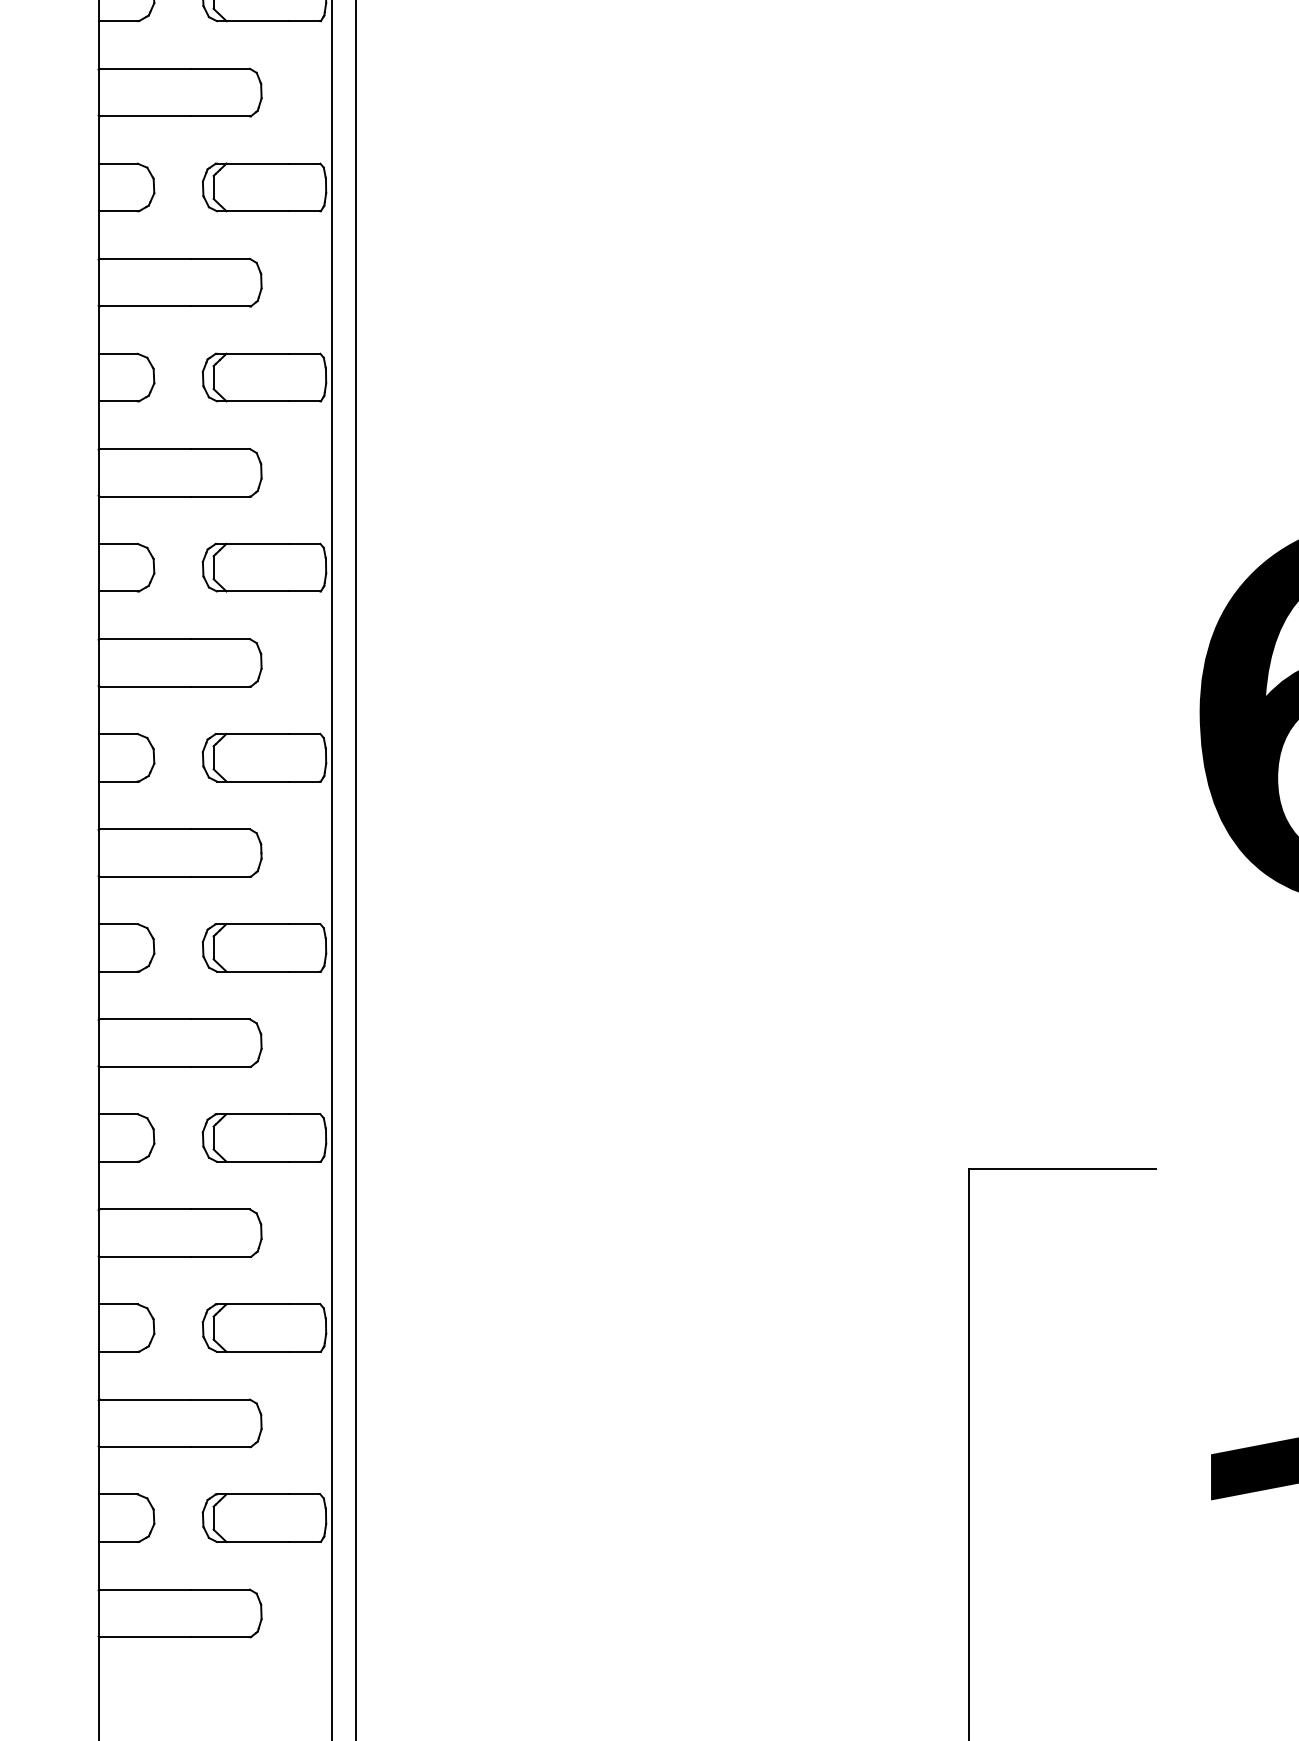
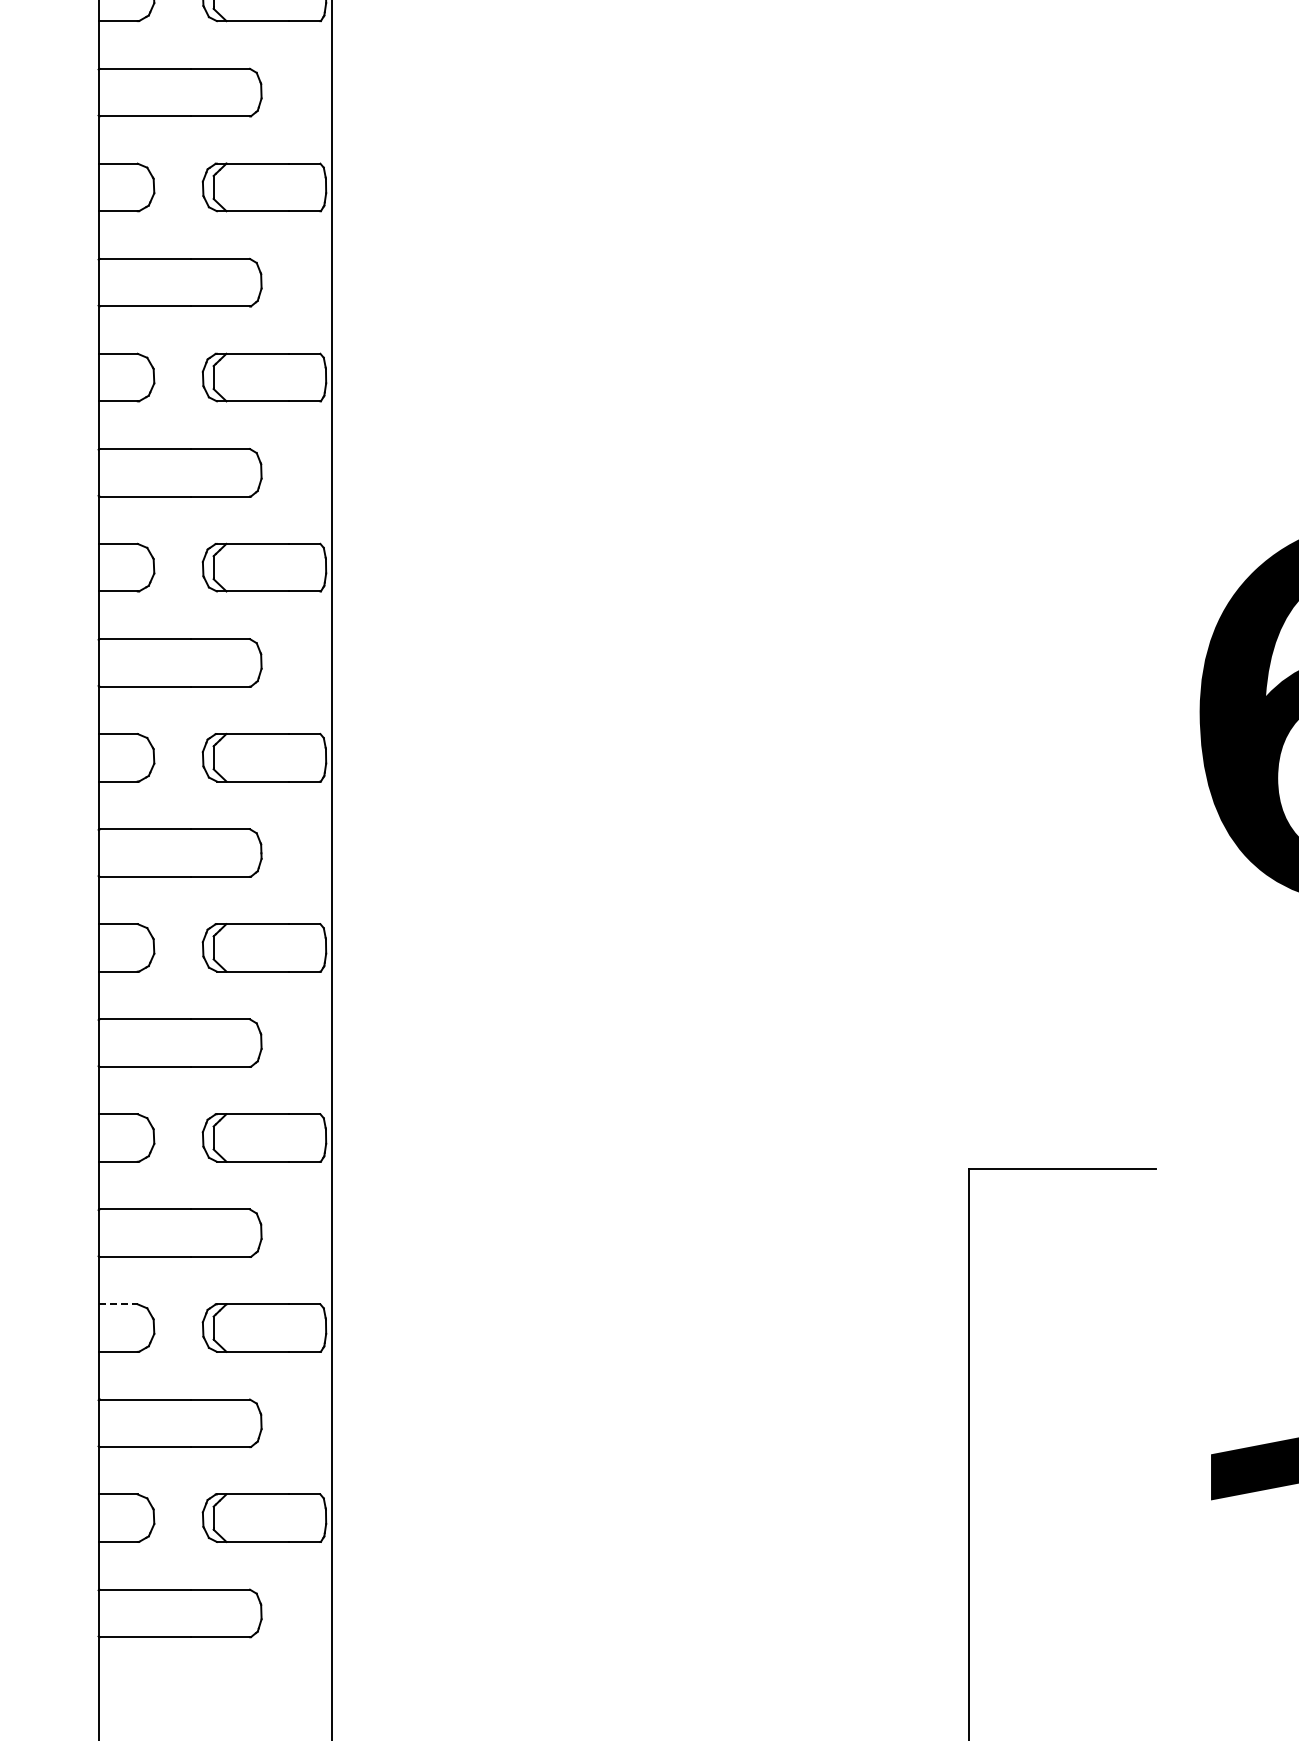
line at (355, 869): present -> none
line at (118, 1304): solid -> dashed
